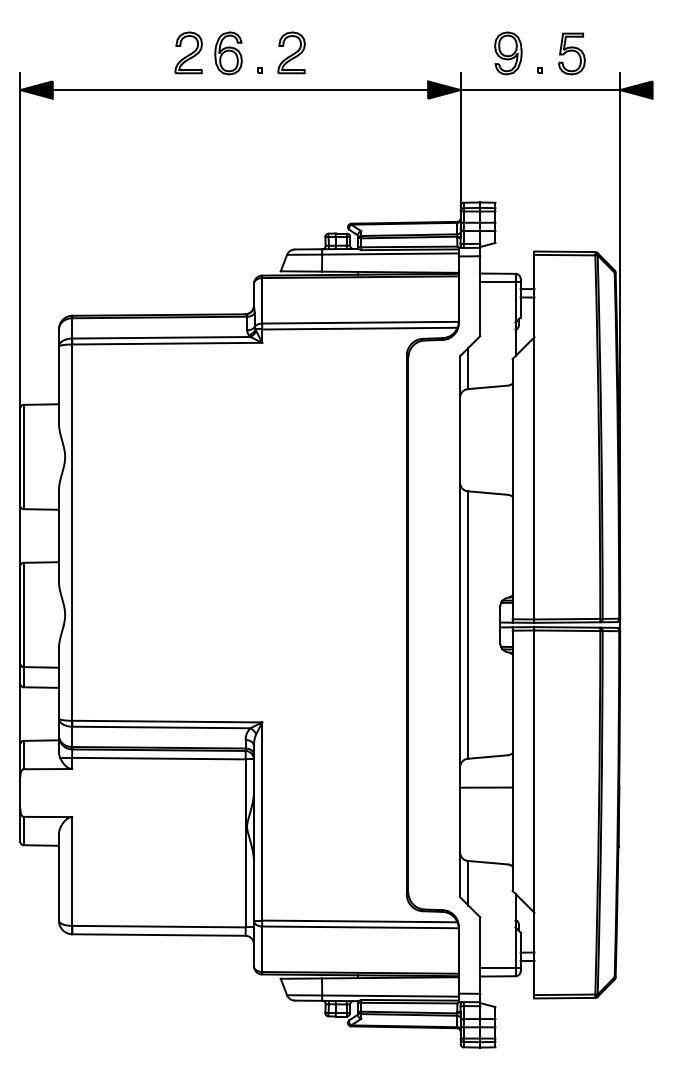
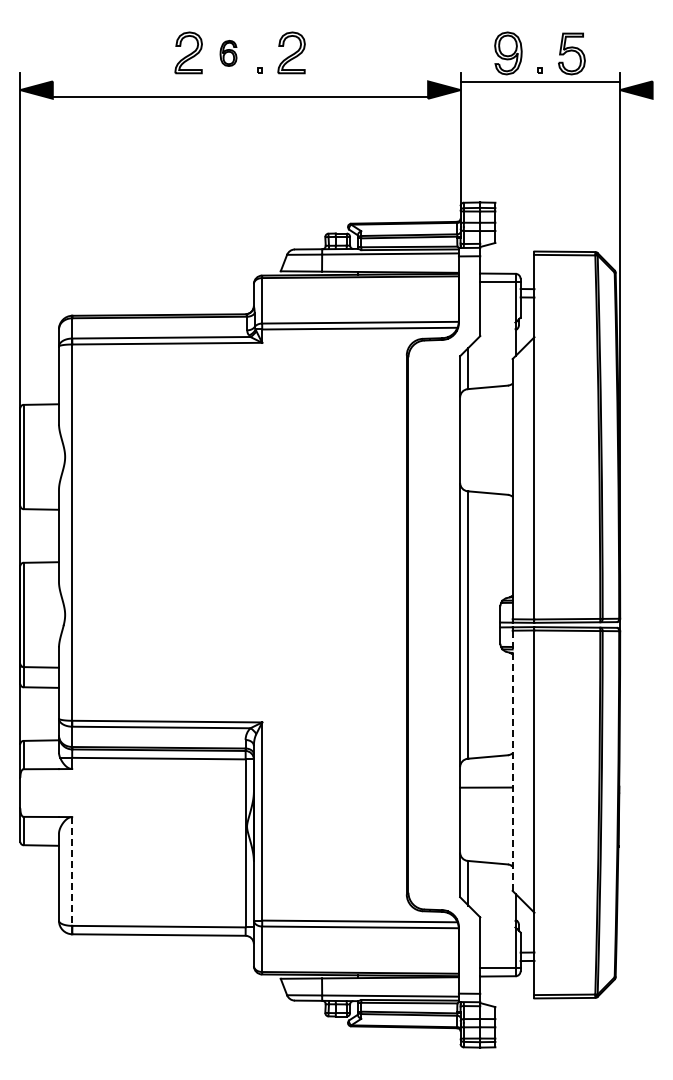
part at (228, 53) size: 29x45 px -> 19x27 px
line at (240, 90) position: (240, 90) -> (240, 97)
line at (540, 90) position: (540, 90) -> (540, 82)
line at (512, 760): solid -> dashed
line at (72, 871): solid -> dashed
